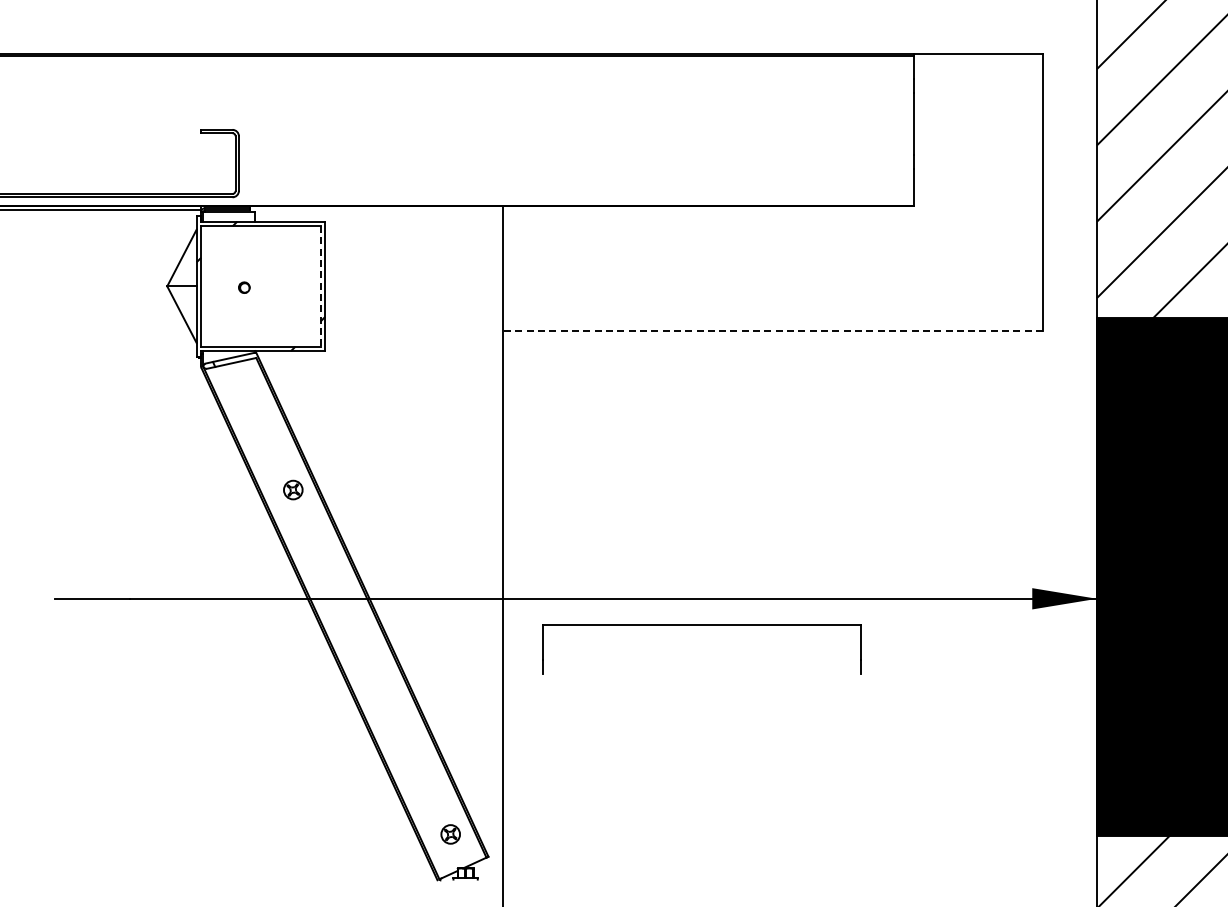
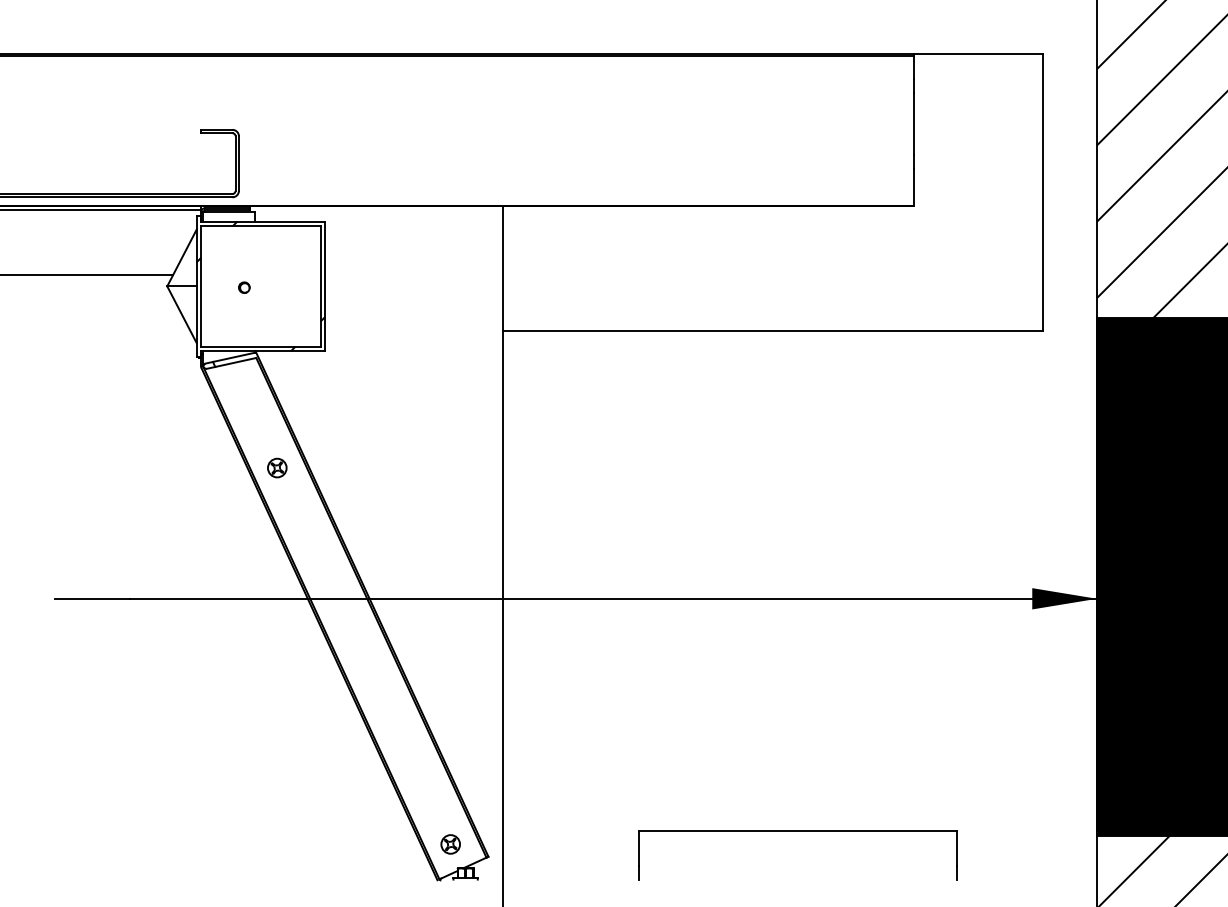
line at (87, 275): none -> present
line at (320, 286): dashed -> solid
line at (773, 330): dashed -> solid
part at (293, 489) position: (293, 489) -> (277, 467)
part at (701, 625) position: (701, 625) -> (797, 831)
part at (450, 834) position: (450, 834) -> (450, 844)
